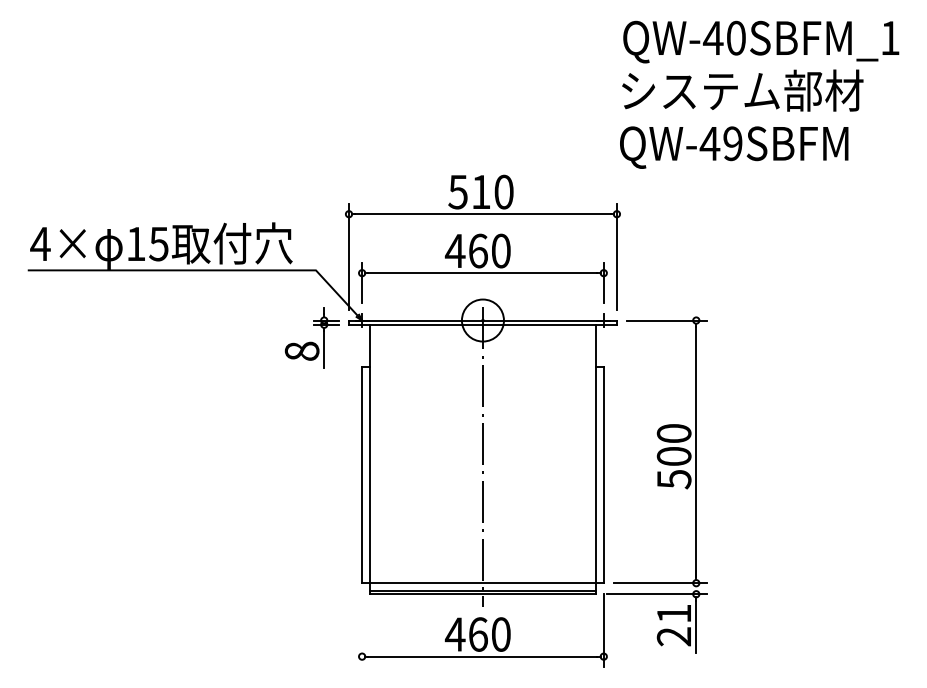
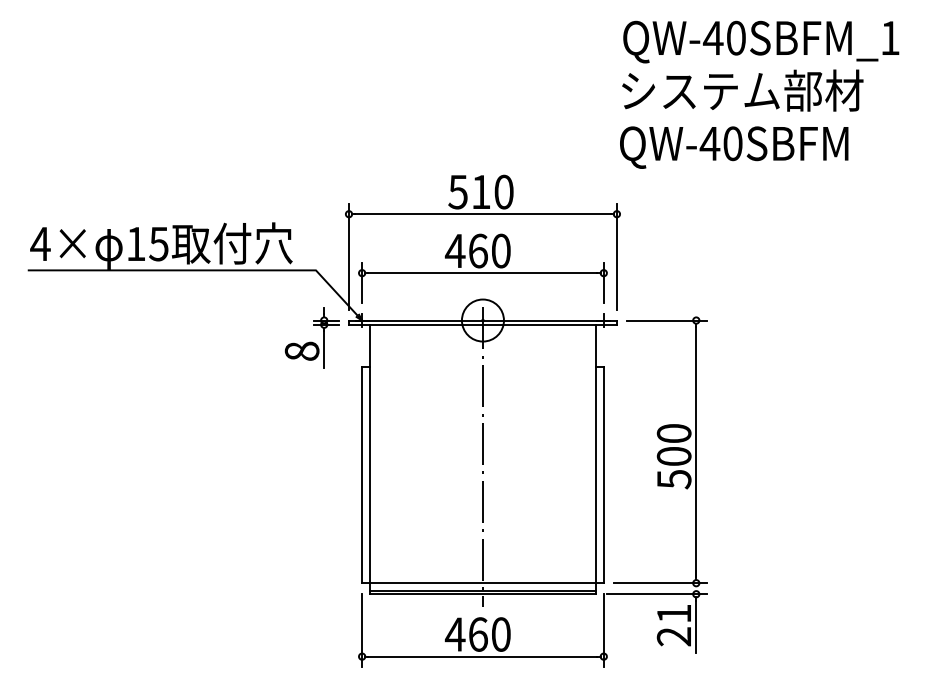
text at (732, 143): QW-49SBFM -> QW-40SBFM
line at (362, 630): none -> present
